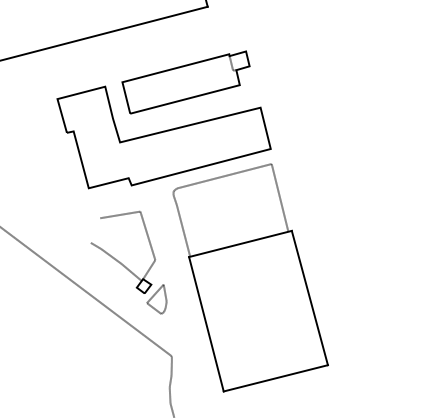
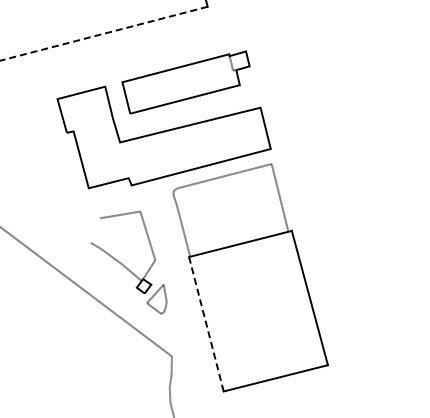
line at (103, 33): solid -> dashed
line at (206, 323): solid -> dashed
